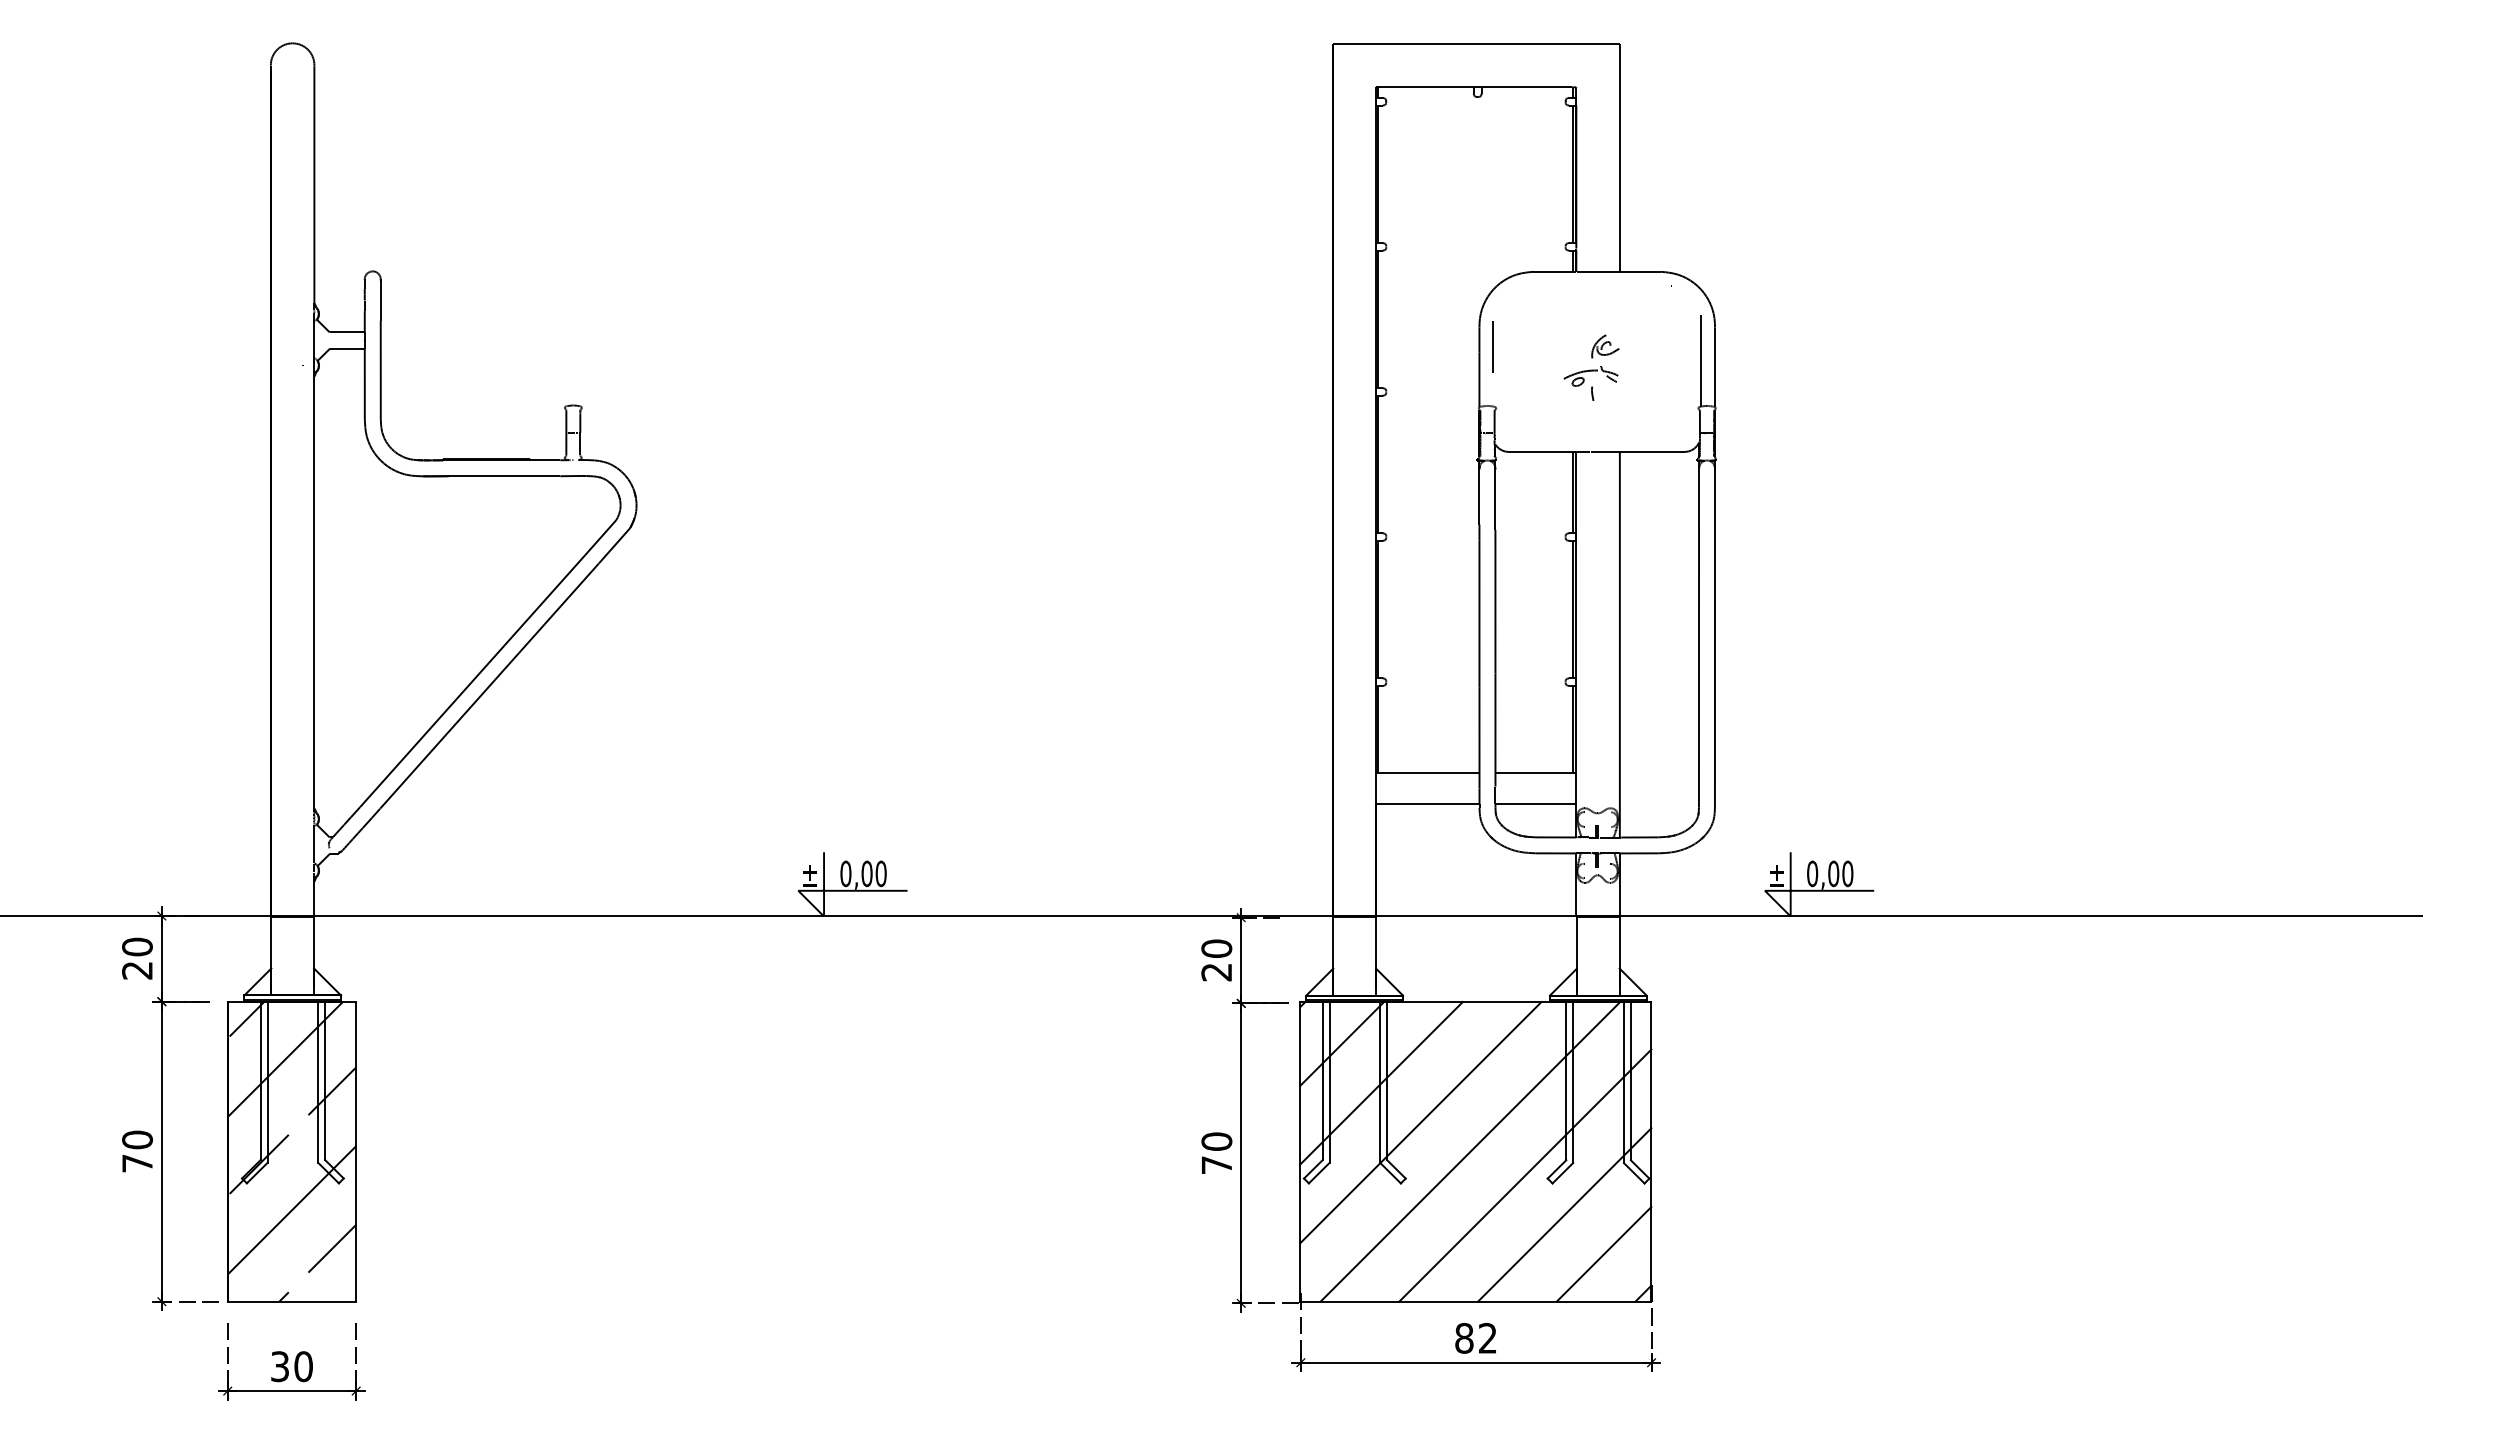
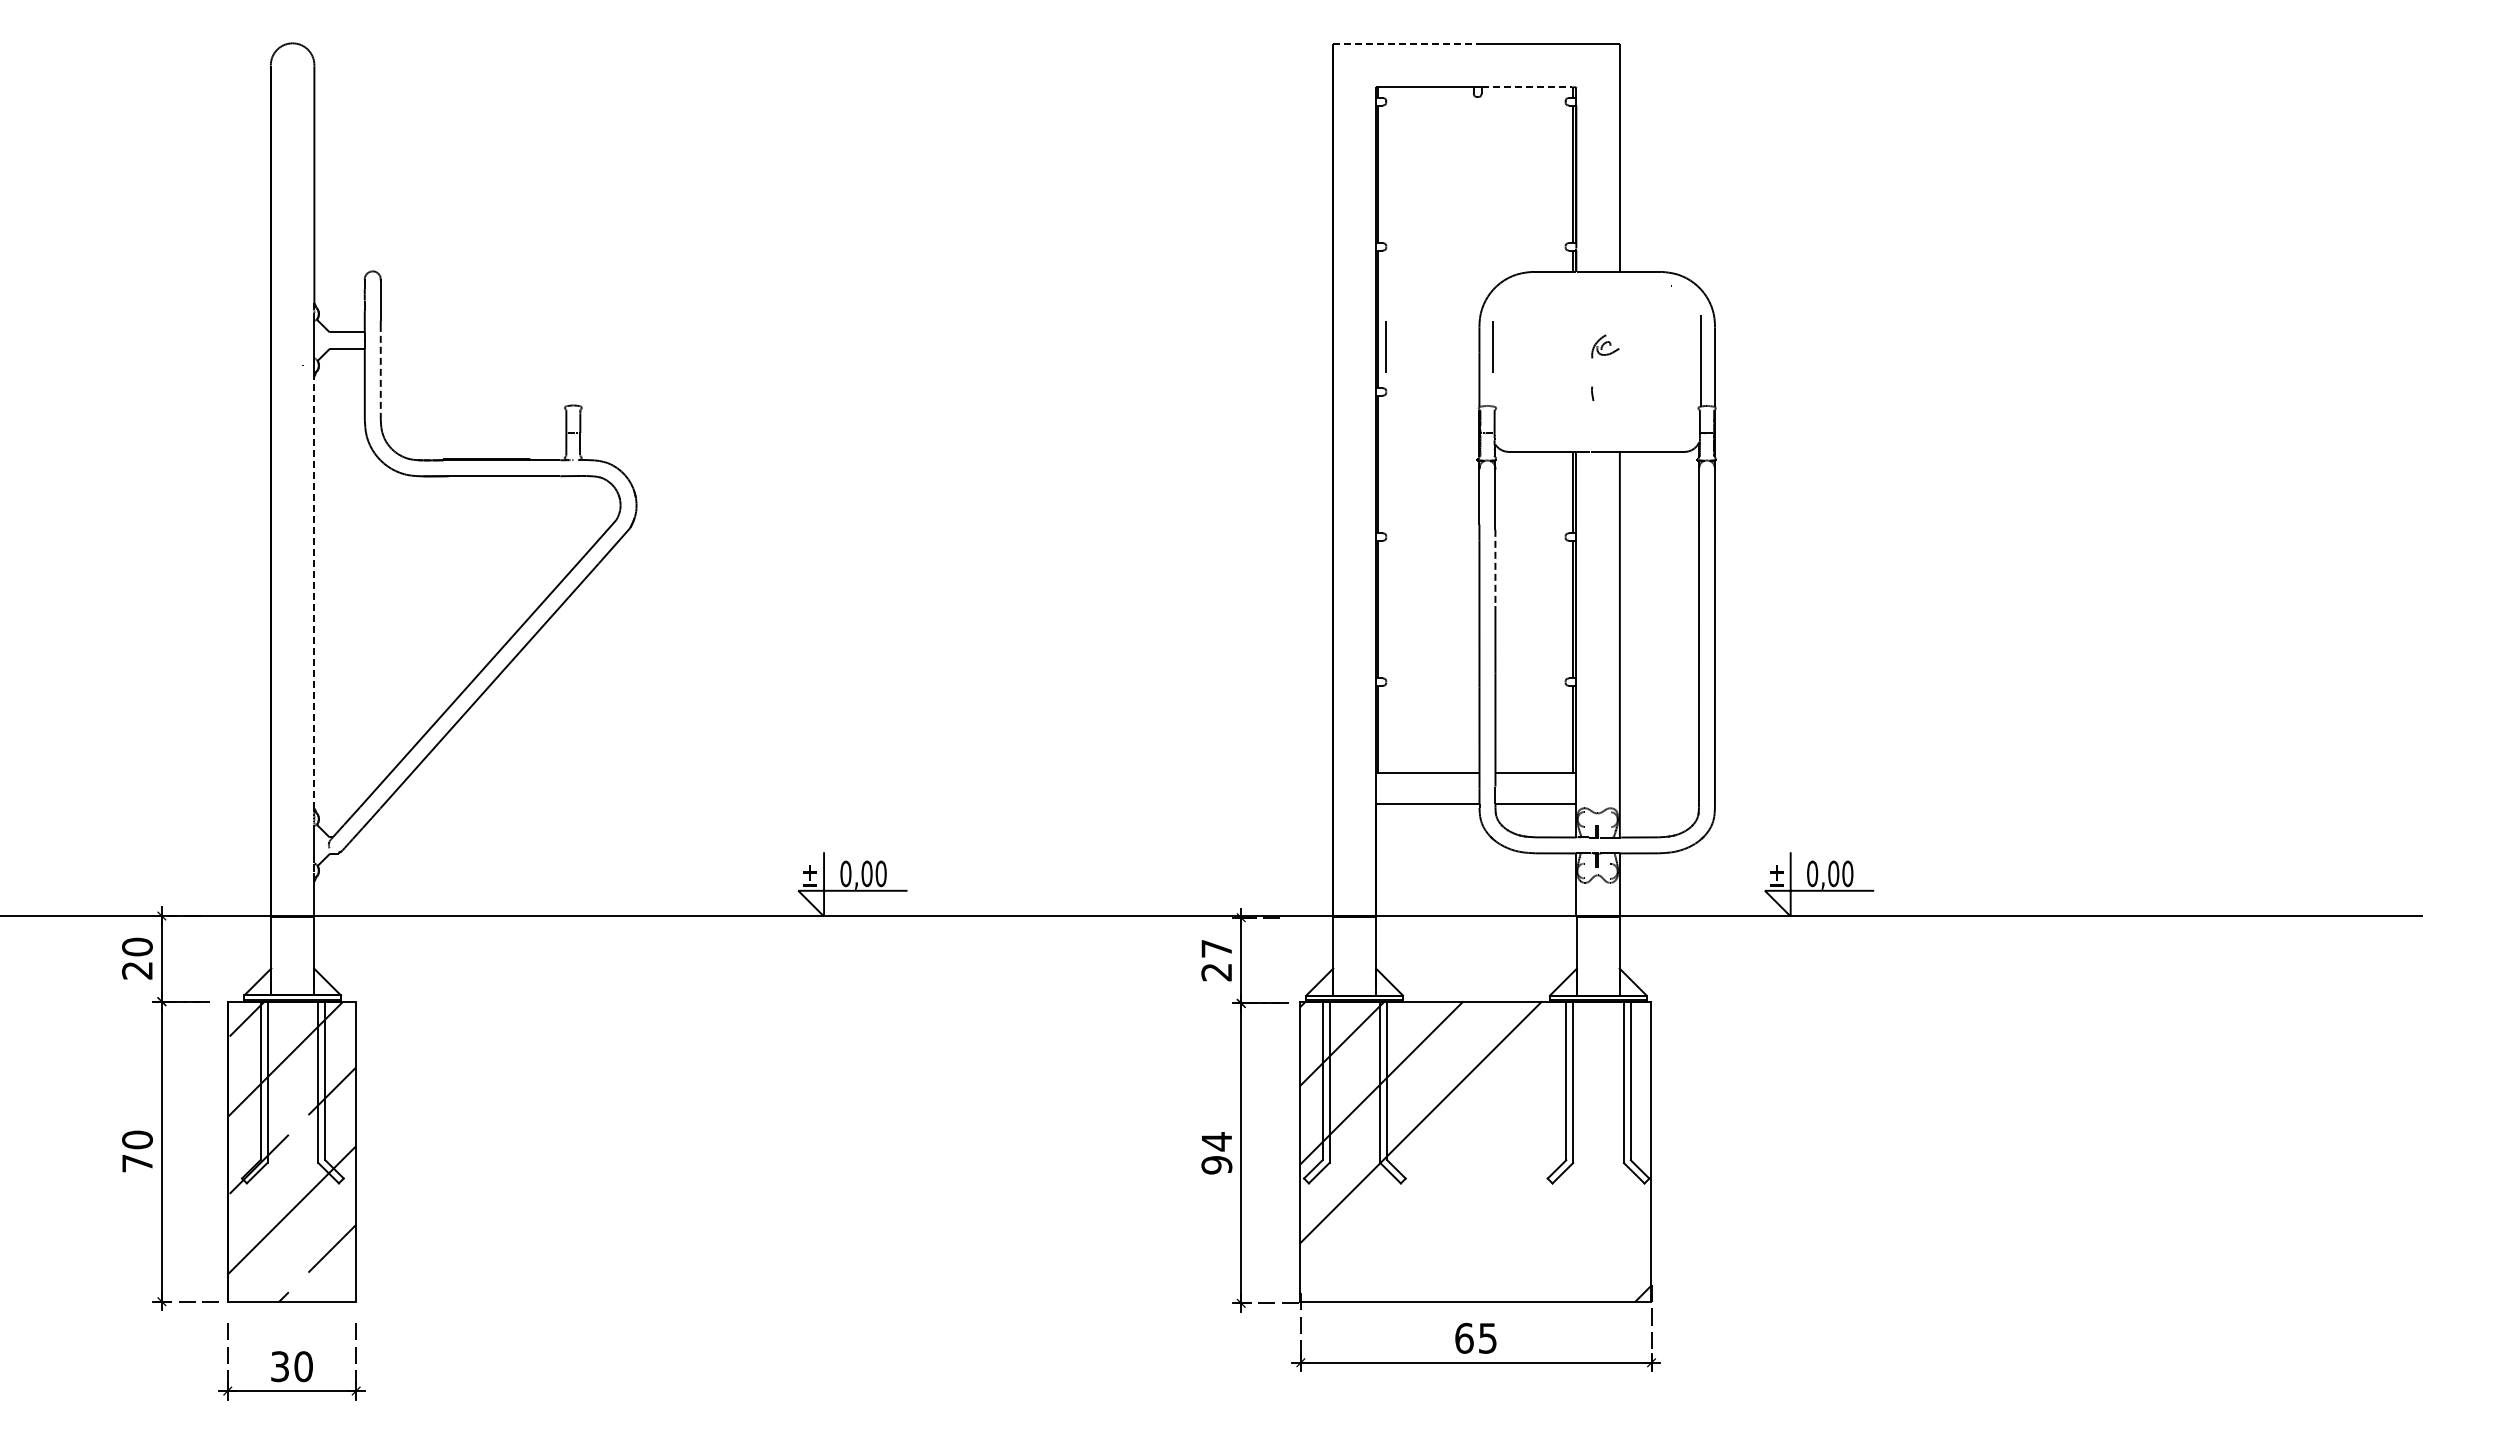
line at (1404, 43): solid -> dashed
line at (1527, 87): solid -> dashed
line at (1385, 346): none -> present
line at (380, 372): solid -> dashed
part at (1590, 376): present -> none
line at (1495, 568): solid -> dashed
line at (314, 592): solid -> dashed
text at (1216, 948): 20 -> 27
line at (1470, 1151): present -> none
text at (1216, 1153): 70 -> 94
line at (1525, 1175): present -> none
line at (1564, 1214): present -> none
line at (1603, 1253): present -> none
text at (1475, 1337): 82 -> 65
